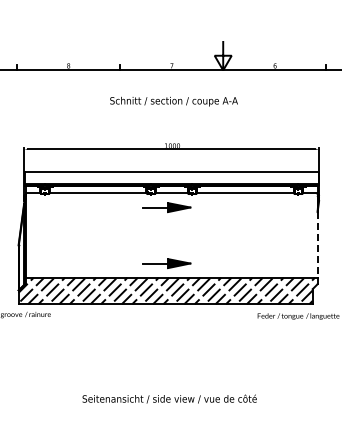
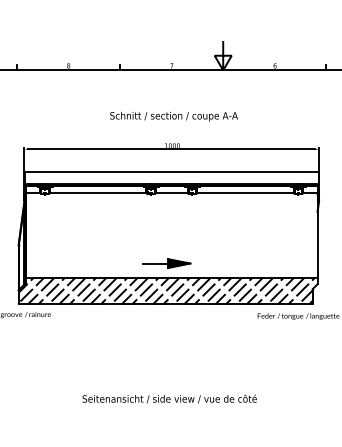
text at (173, 101) position: (173, 101) -> (173, 116)
part at (166, 207): present -> none
line at (317, 244): dashed -> solid
